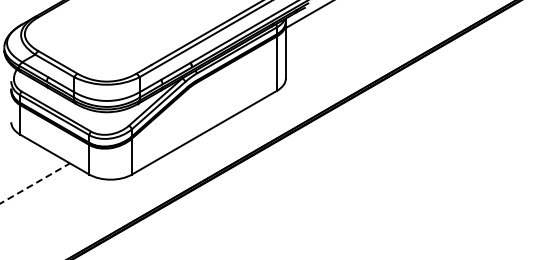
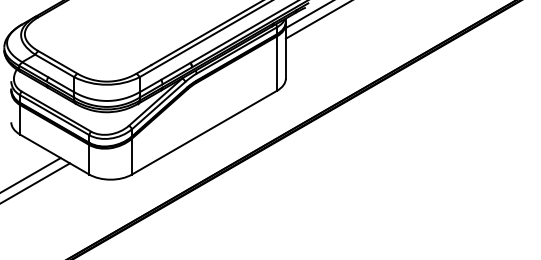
line at (317, 20): none -> present
line at (31, 174): none -> present
line at (35, 183): dashed -> solid
